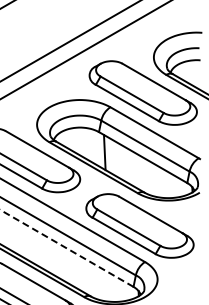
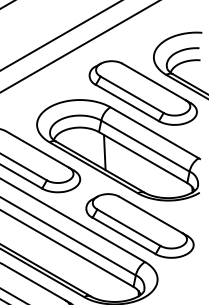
line at (69, 41) position: (69, 41) -> (60, 35)
line at (85, 49) position: (85, 49) -> (79, 46)
line at (66, 248): dashed -> solid
